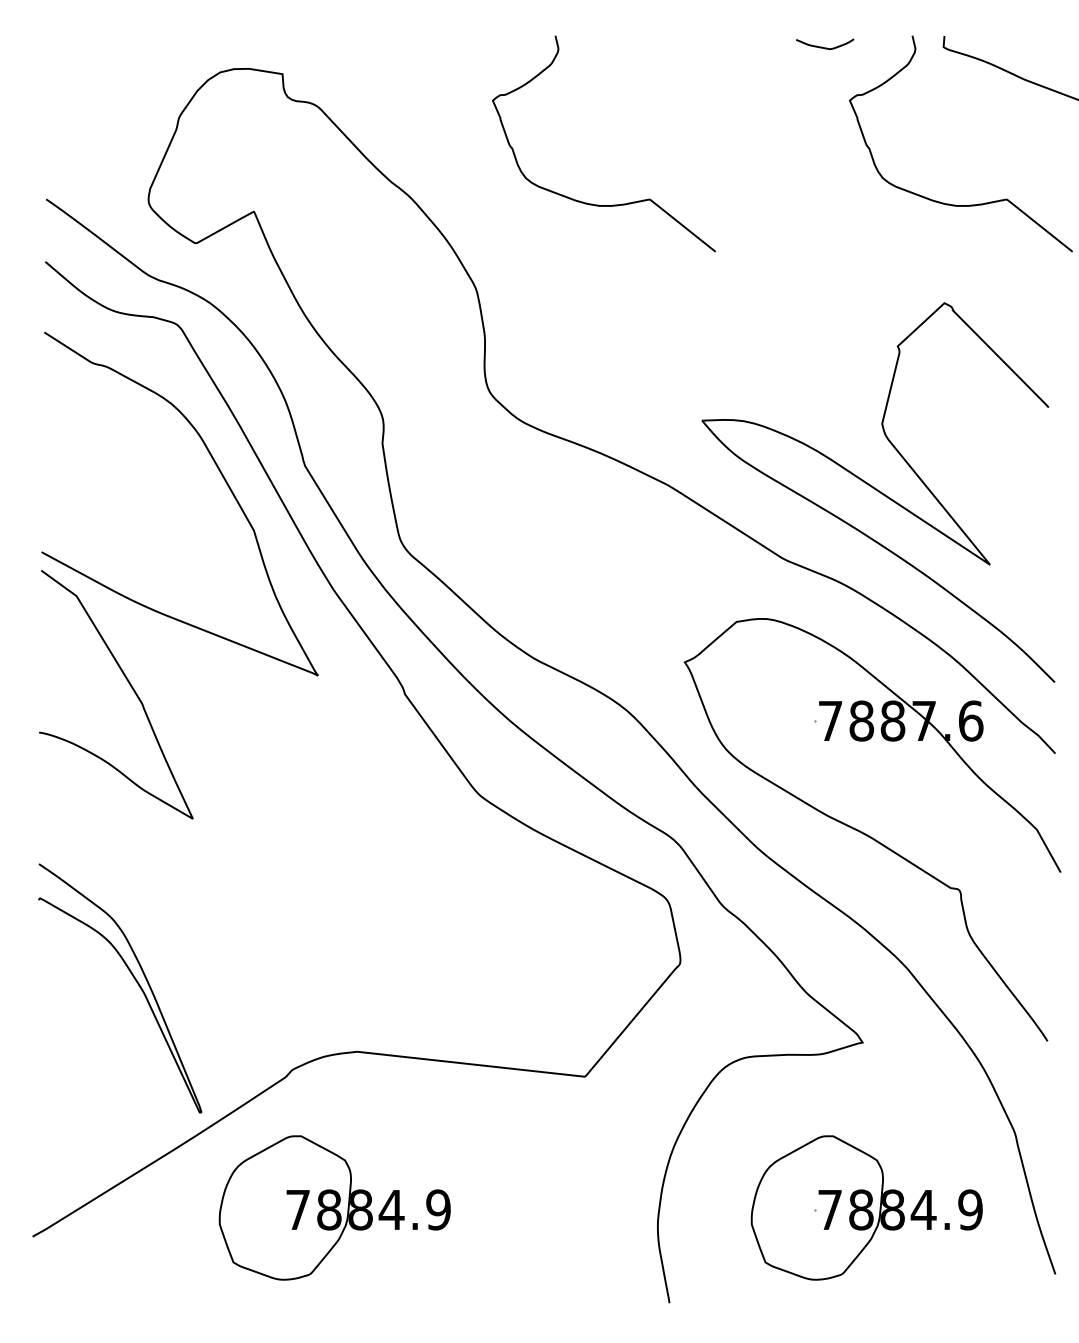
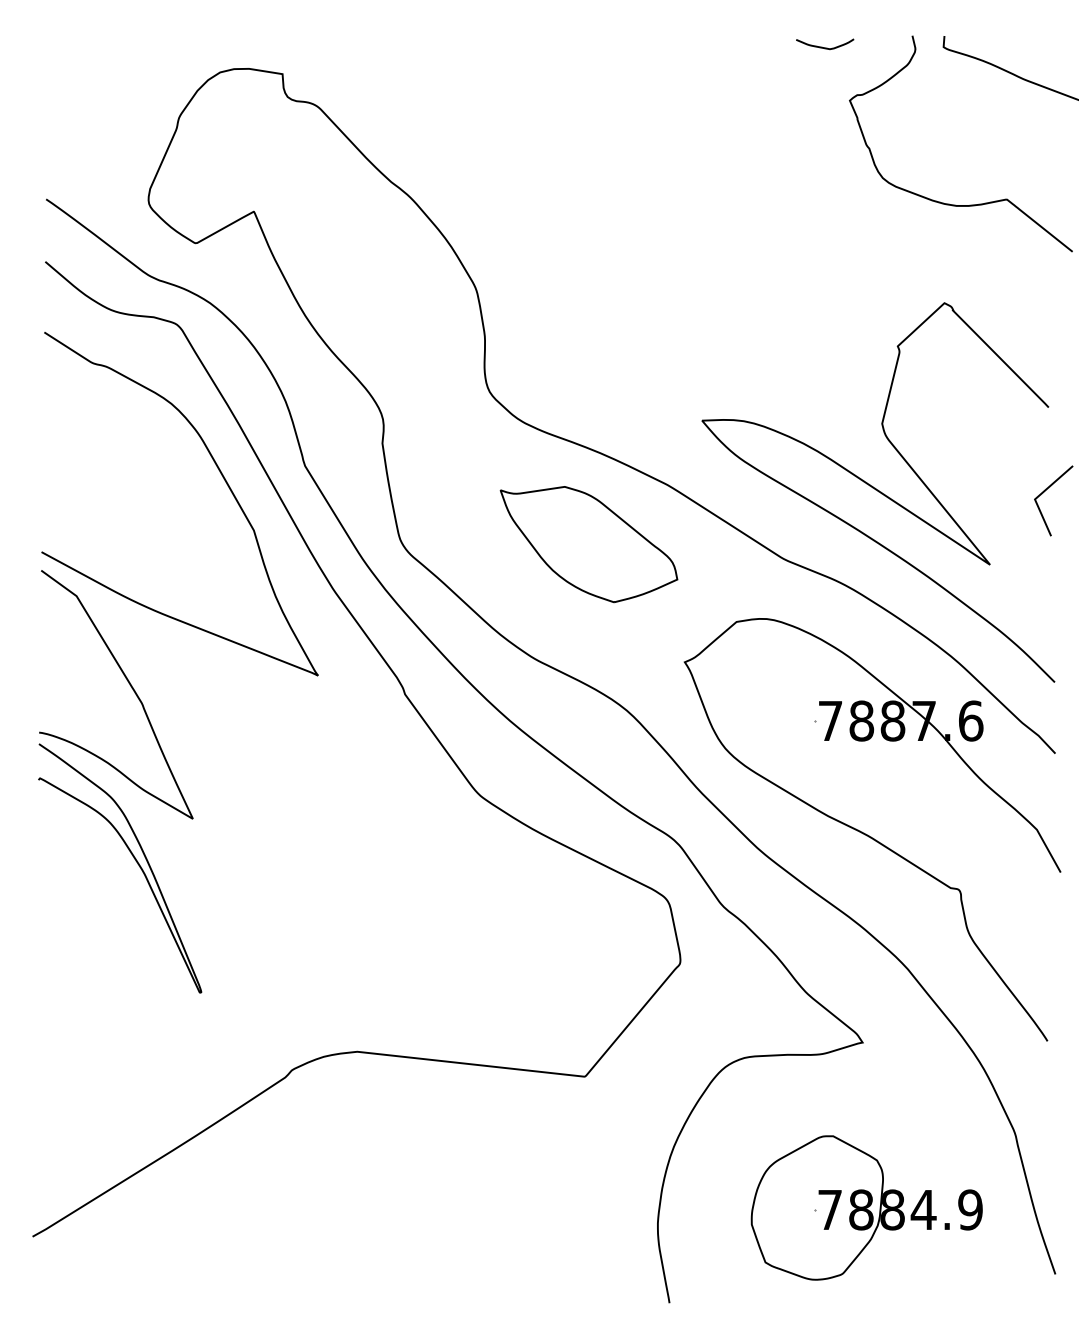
curve at (592, 203): present -> none
line at (1045, 491): none -> present
part at (588, 544): none -> present
curve at (133, 978) position: (133, 978) -> (133, 858)
part at (334, 1207): present -> none
